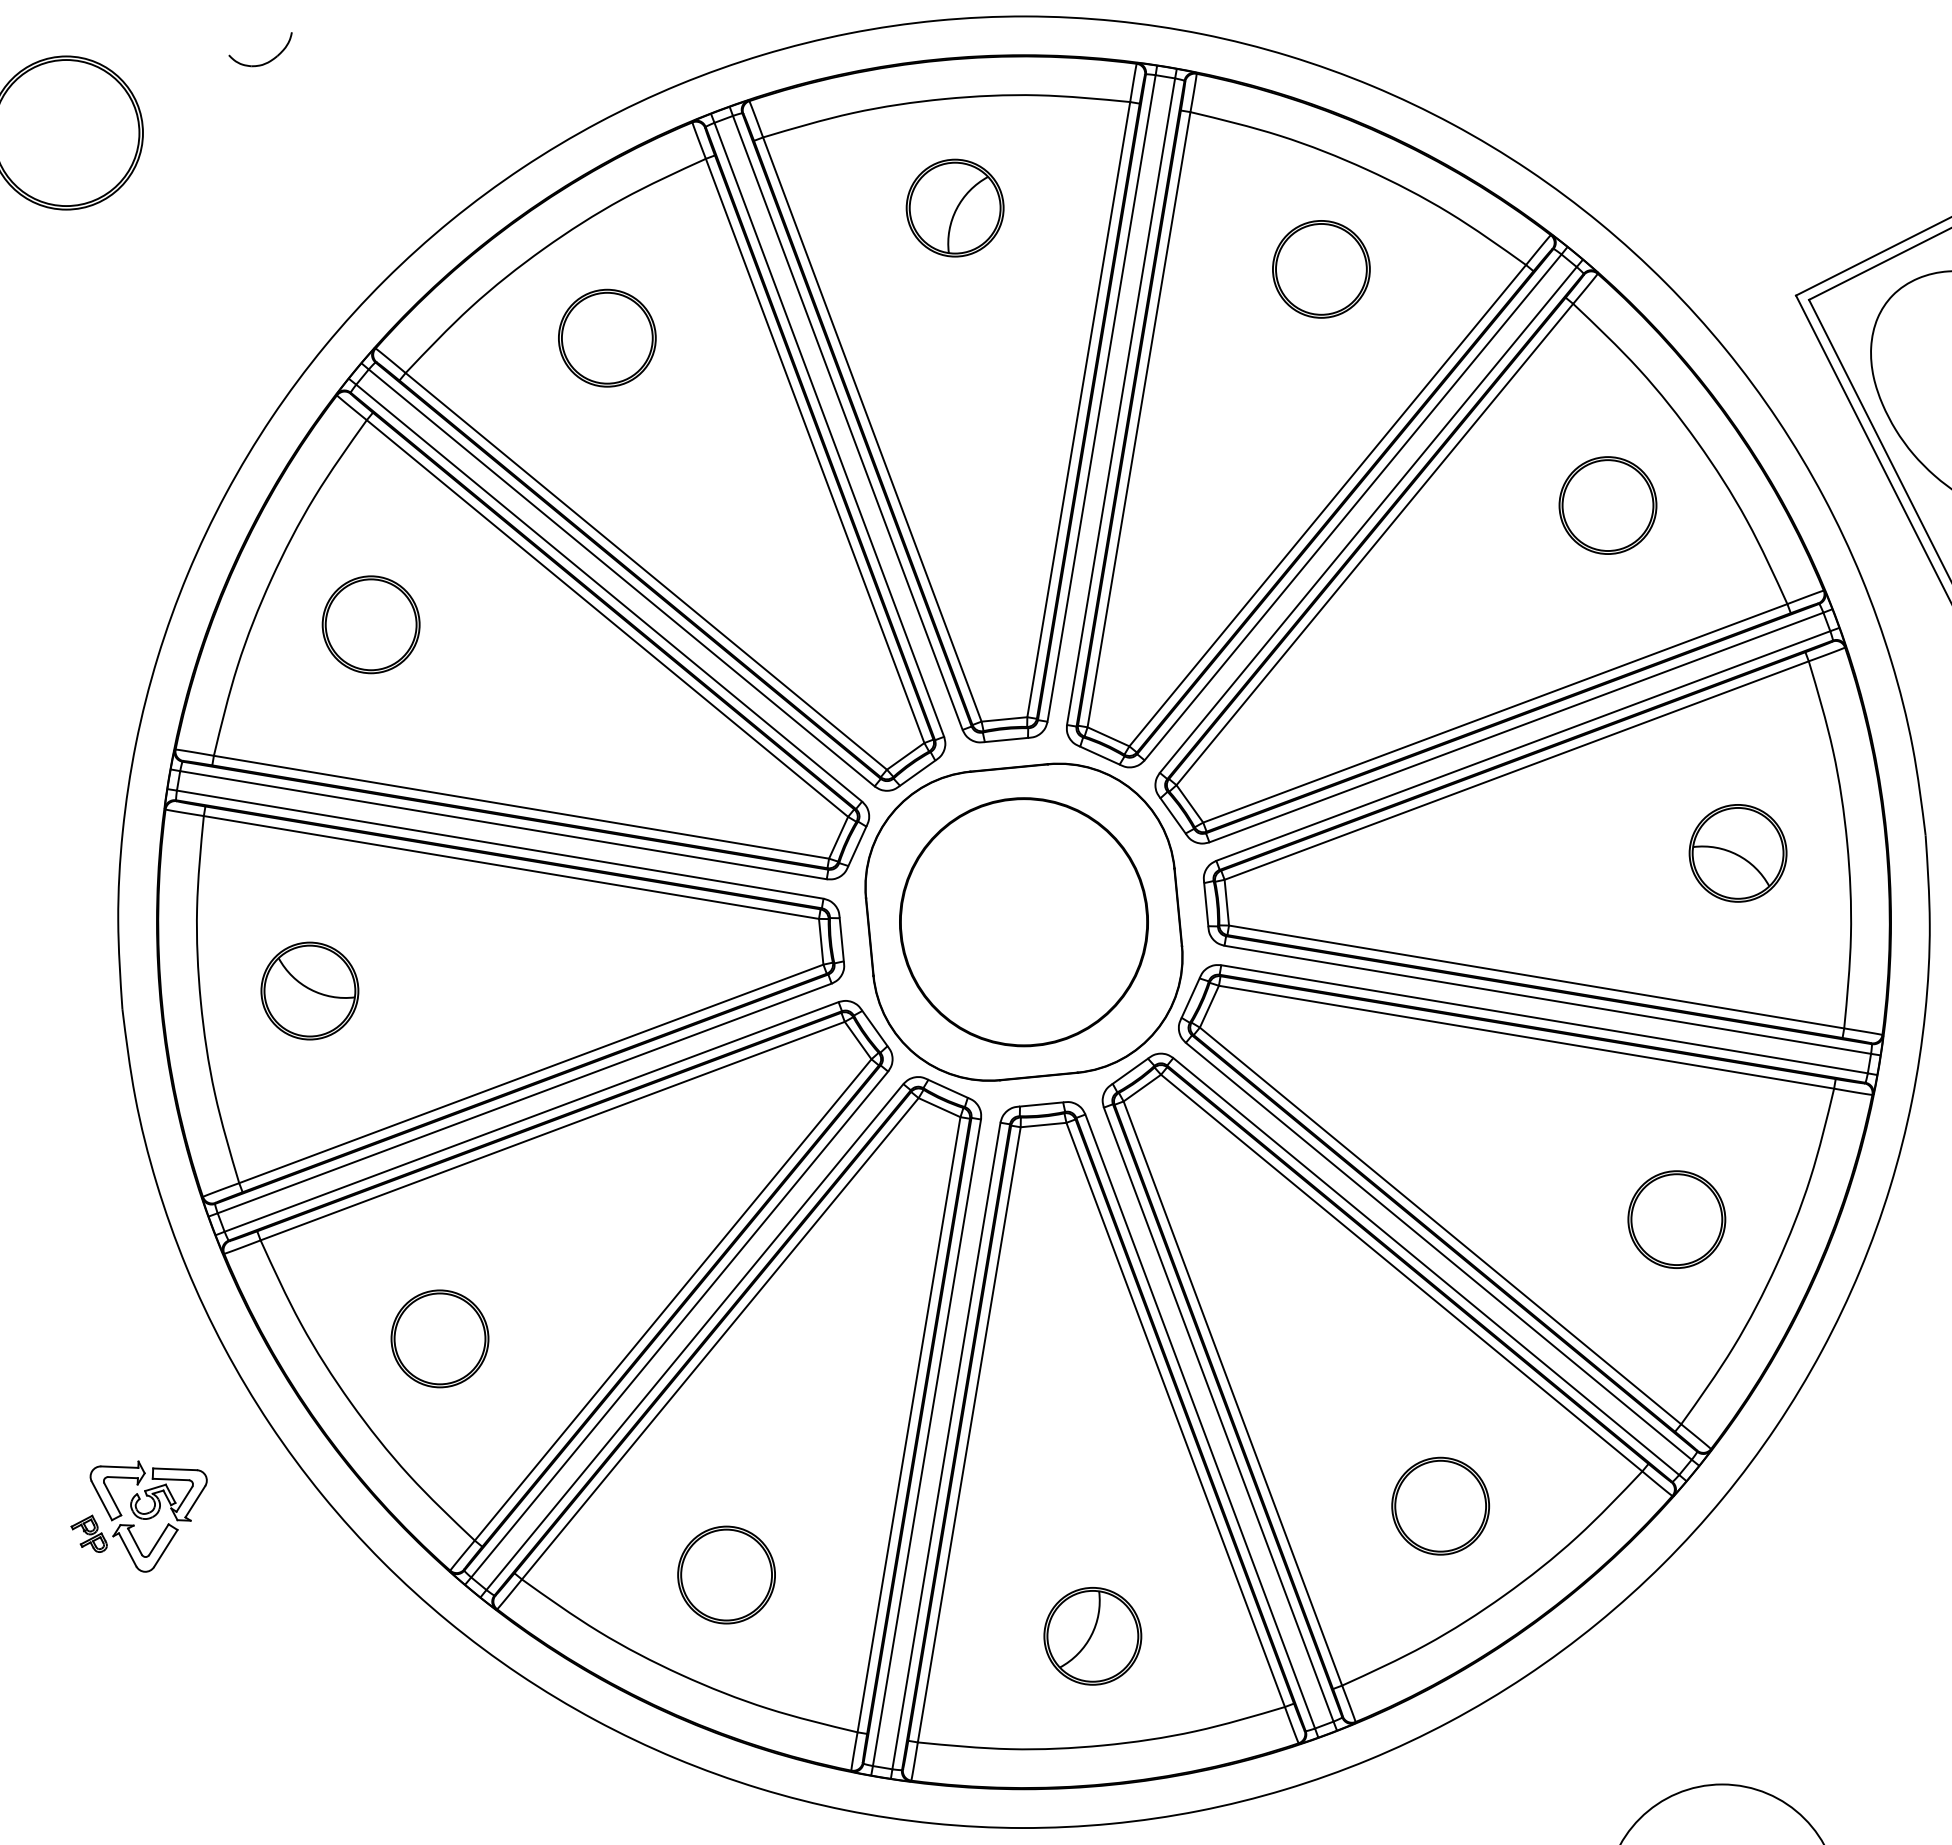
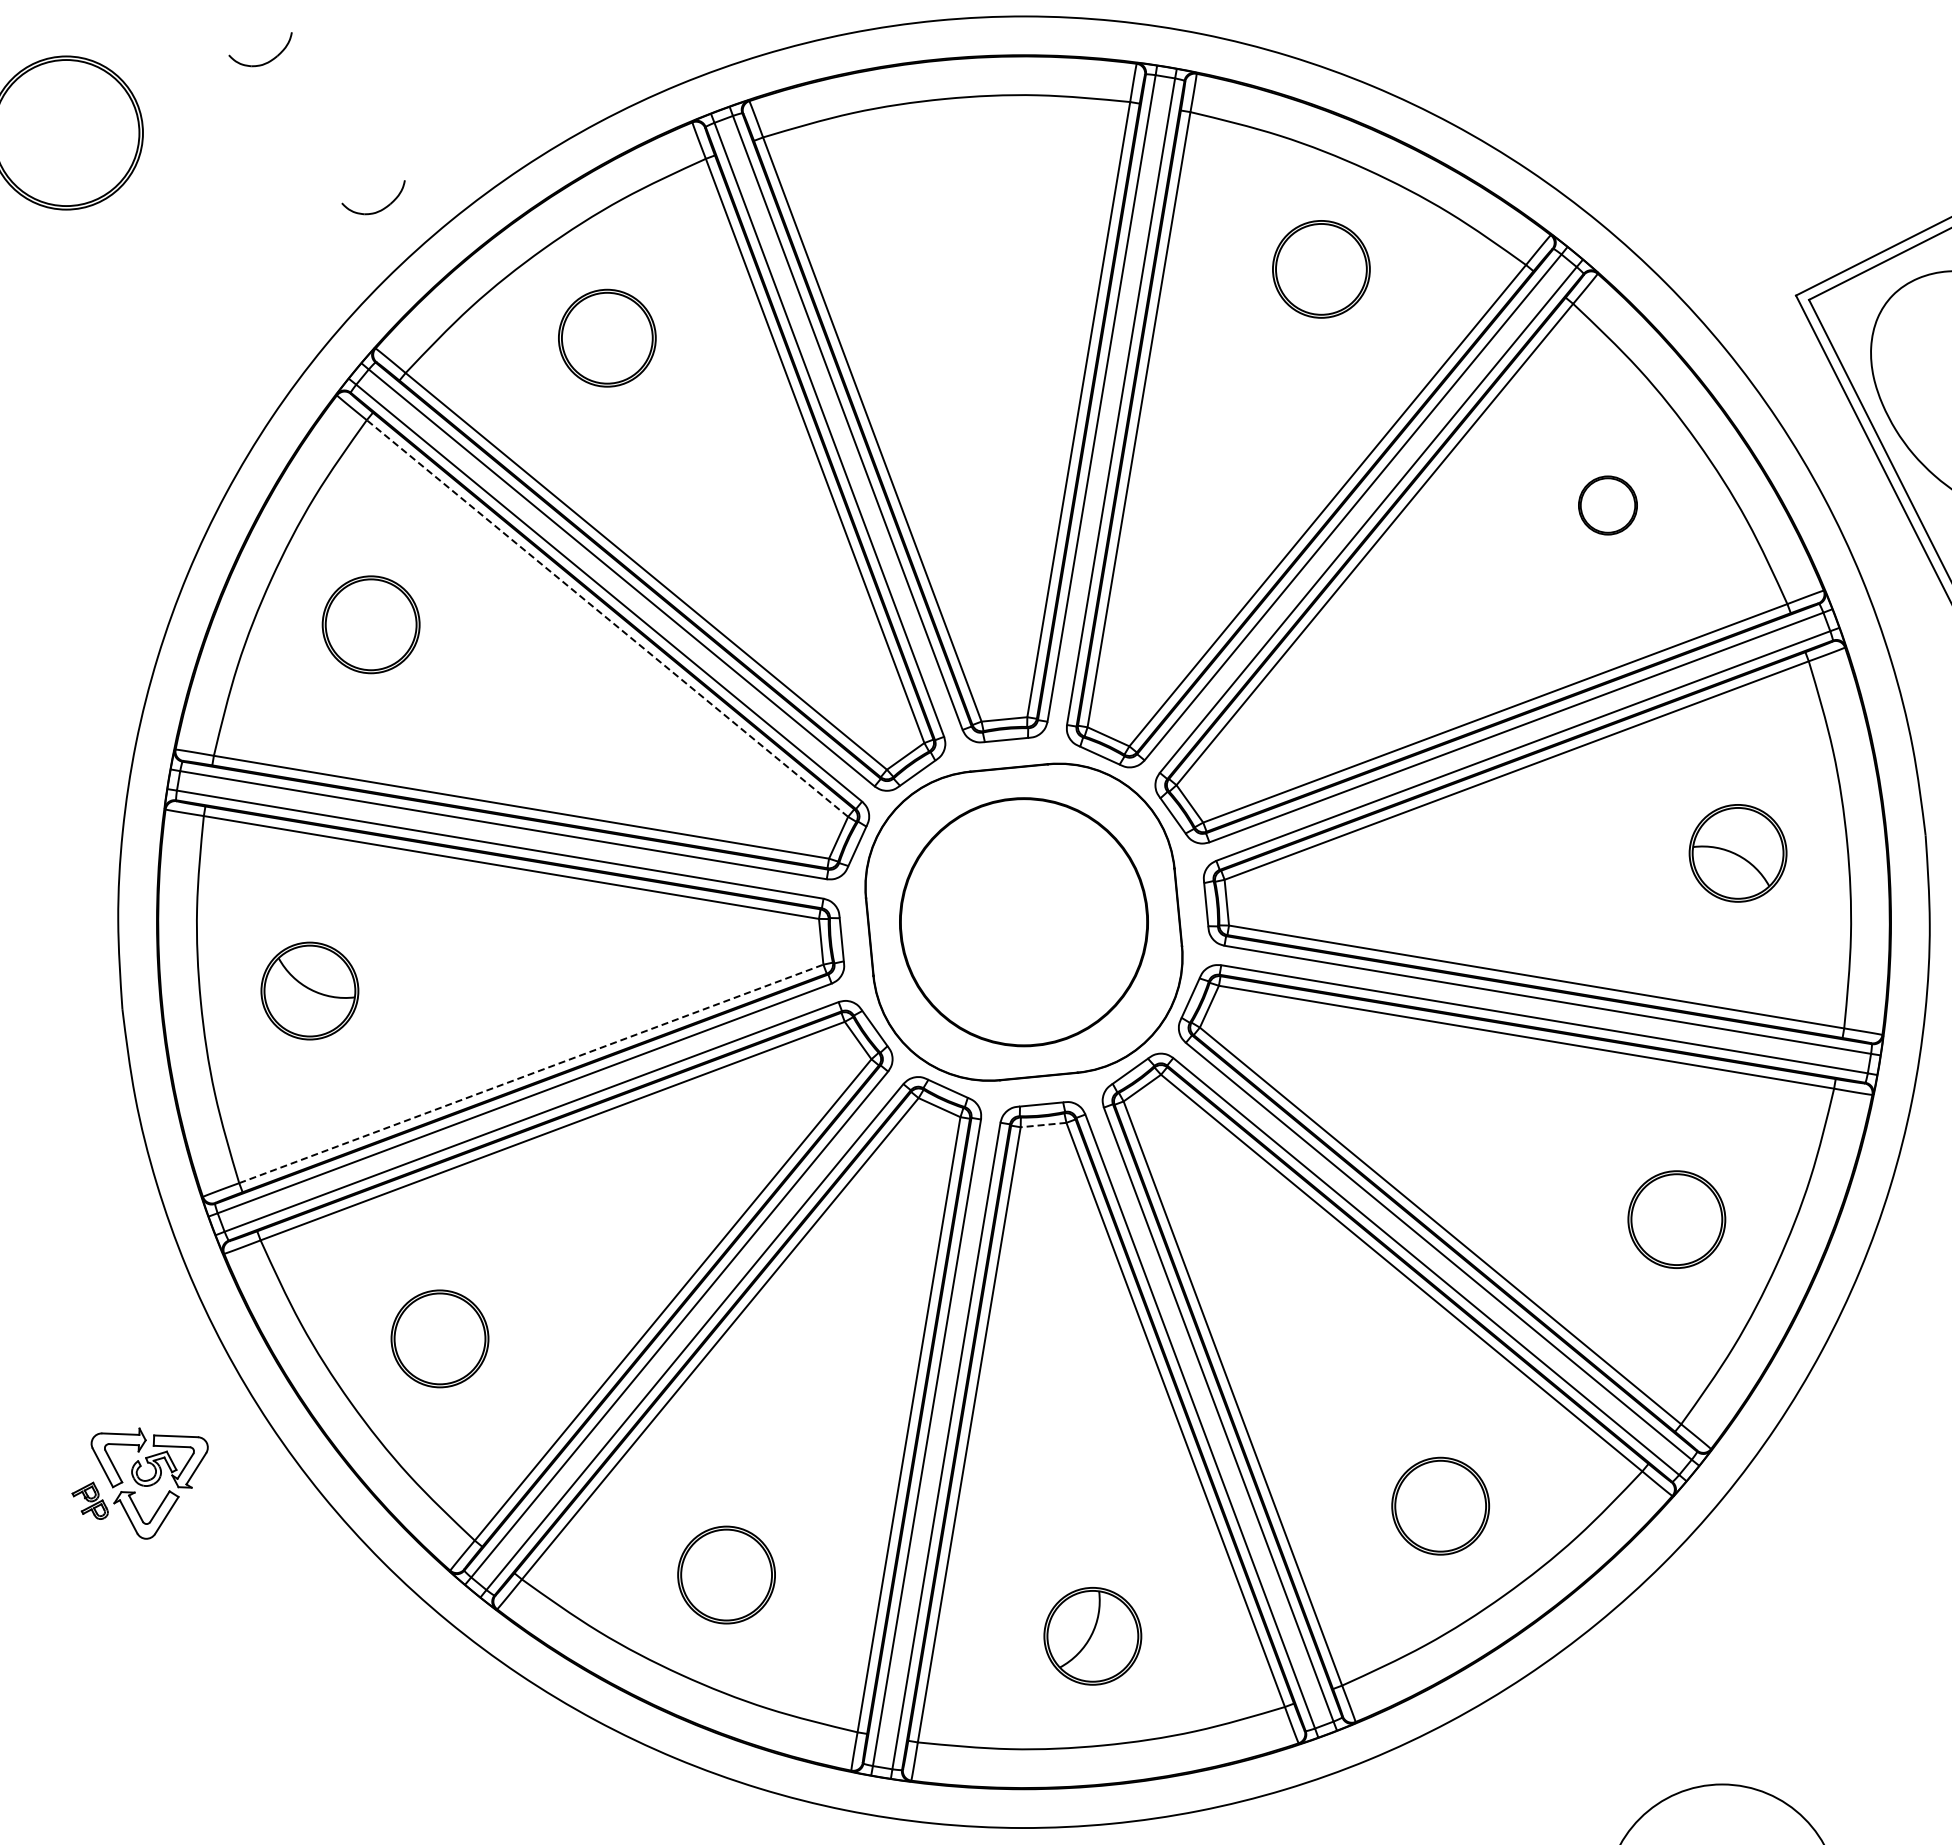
part at (954, 207): present -> none
part at (380, 209): none -> present
part at (1607, 505) size: 100x99 px -> 60x61 px
line at (607, 618): solid -> dashed
line at (531, 1073): solid -> dashed
line at (1043, 1125): solid -> dashed
part at (138, 1516) position: (138, 1516) -> (139, 1483)
